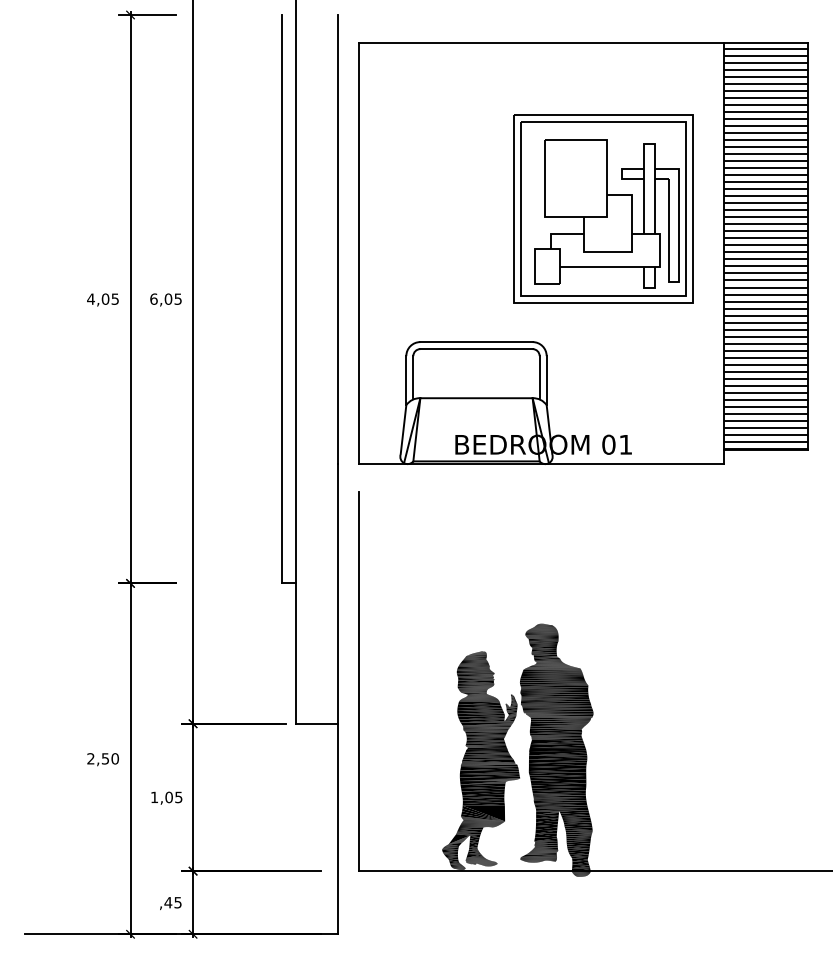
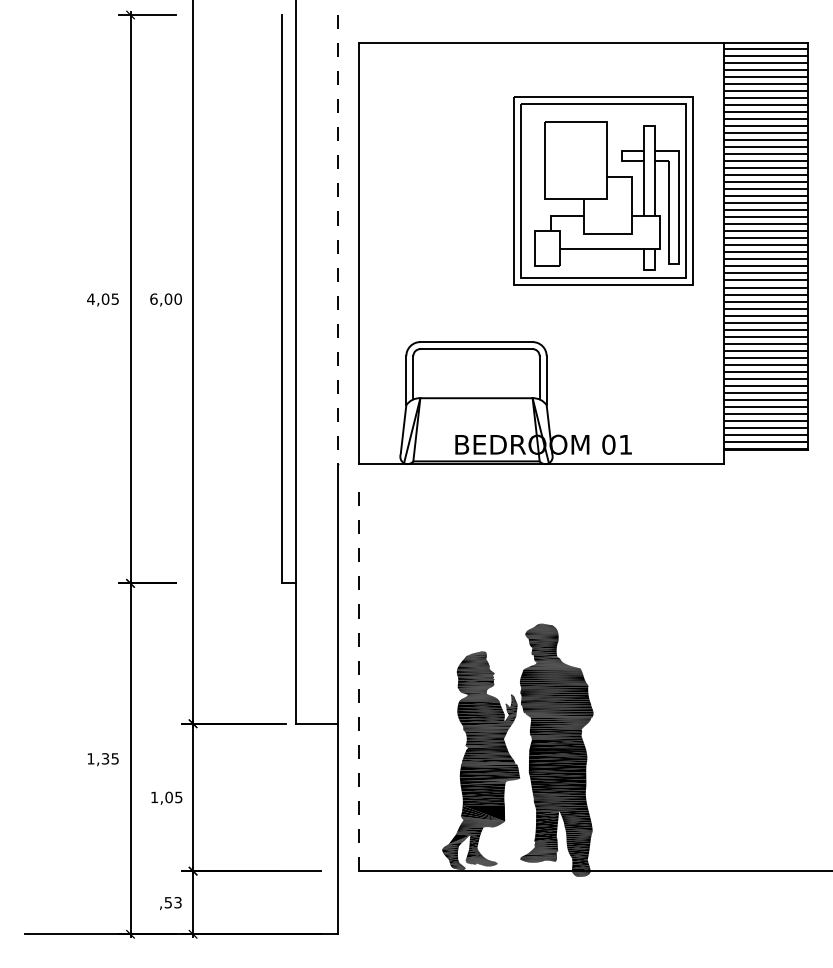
part at (603, 208) position: (603, 208) -> (603, 190)
line at (337, 239): solid -> dashed
text at (177, 298): 6,05 -> 6,00
line at (358, 682): solid -> dashed
text at (102, 758): 2,50 -> 1,35
text at (172, 902): ,45 -> ,53
